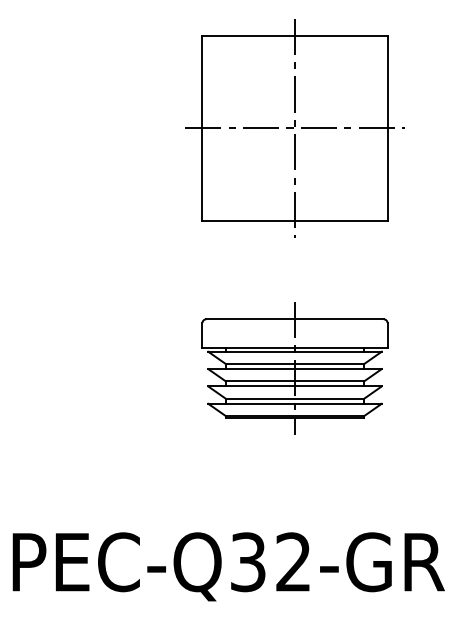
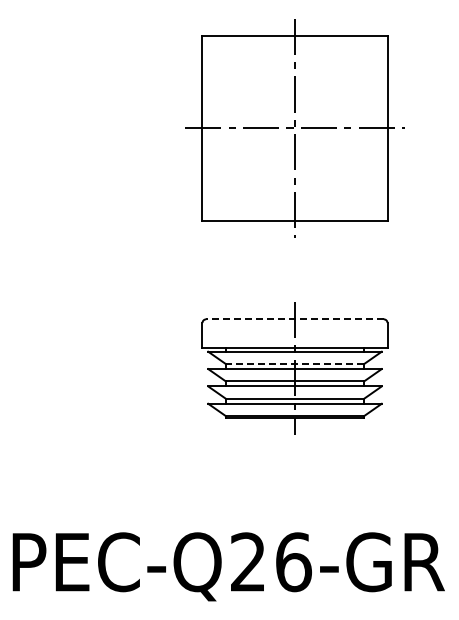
line at (295, 319): solid -> dashed
line at (294, 363): solid -> dashed
text at (271, 562): PEC-Q32-GR -> PEC-Q26-GR
